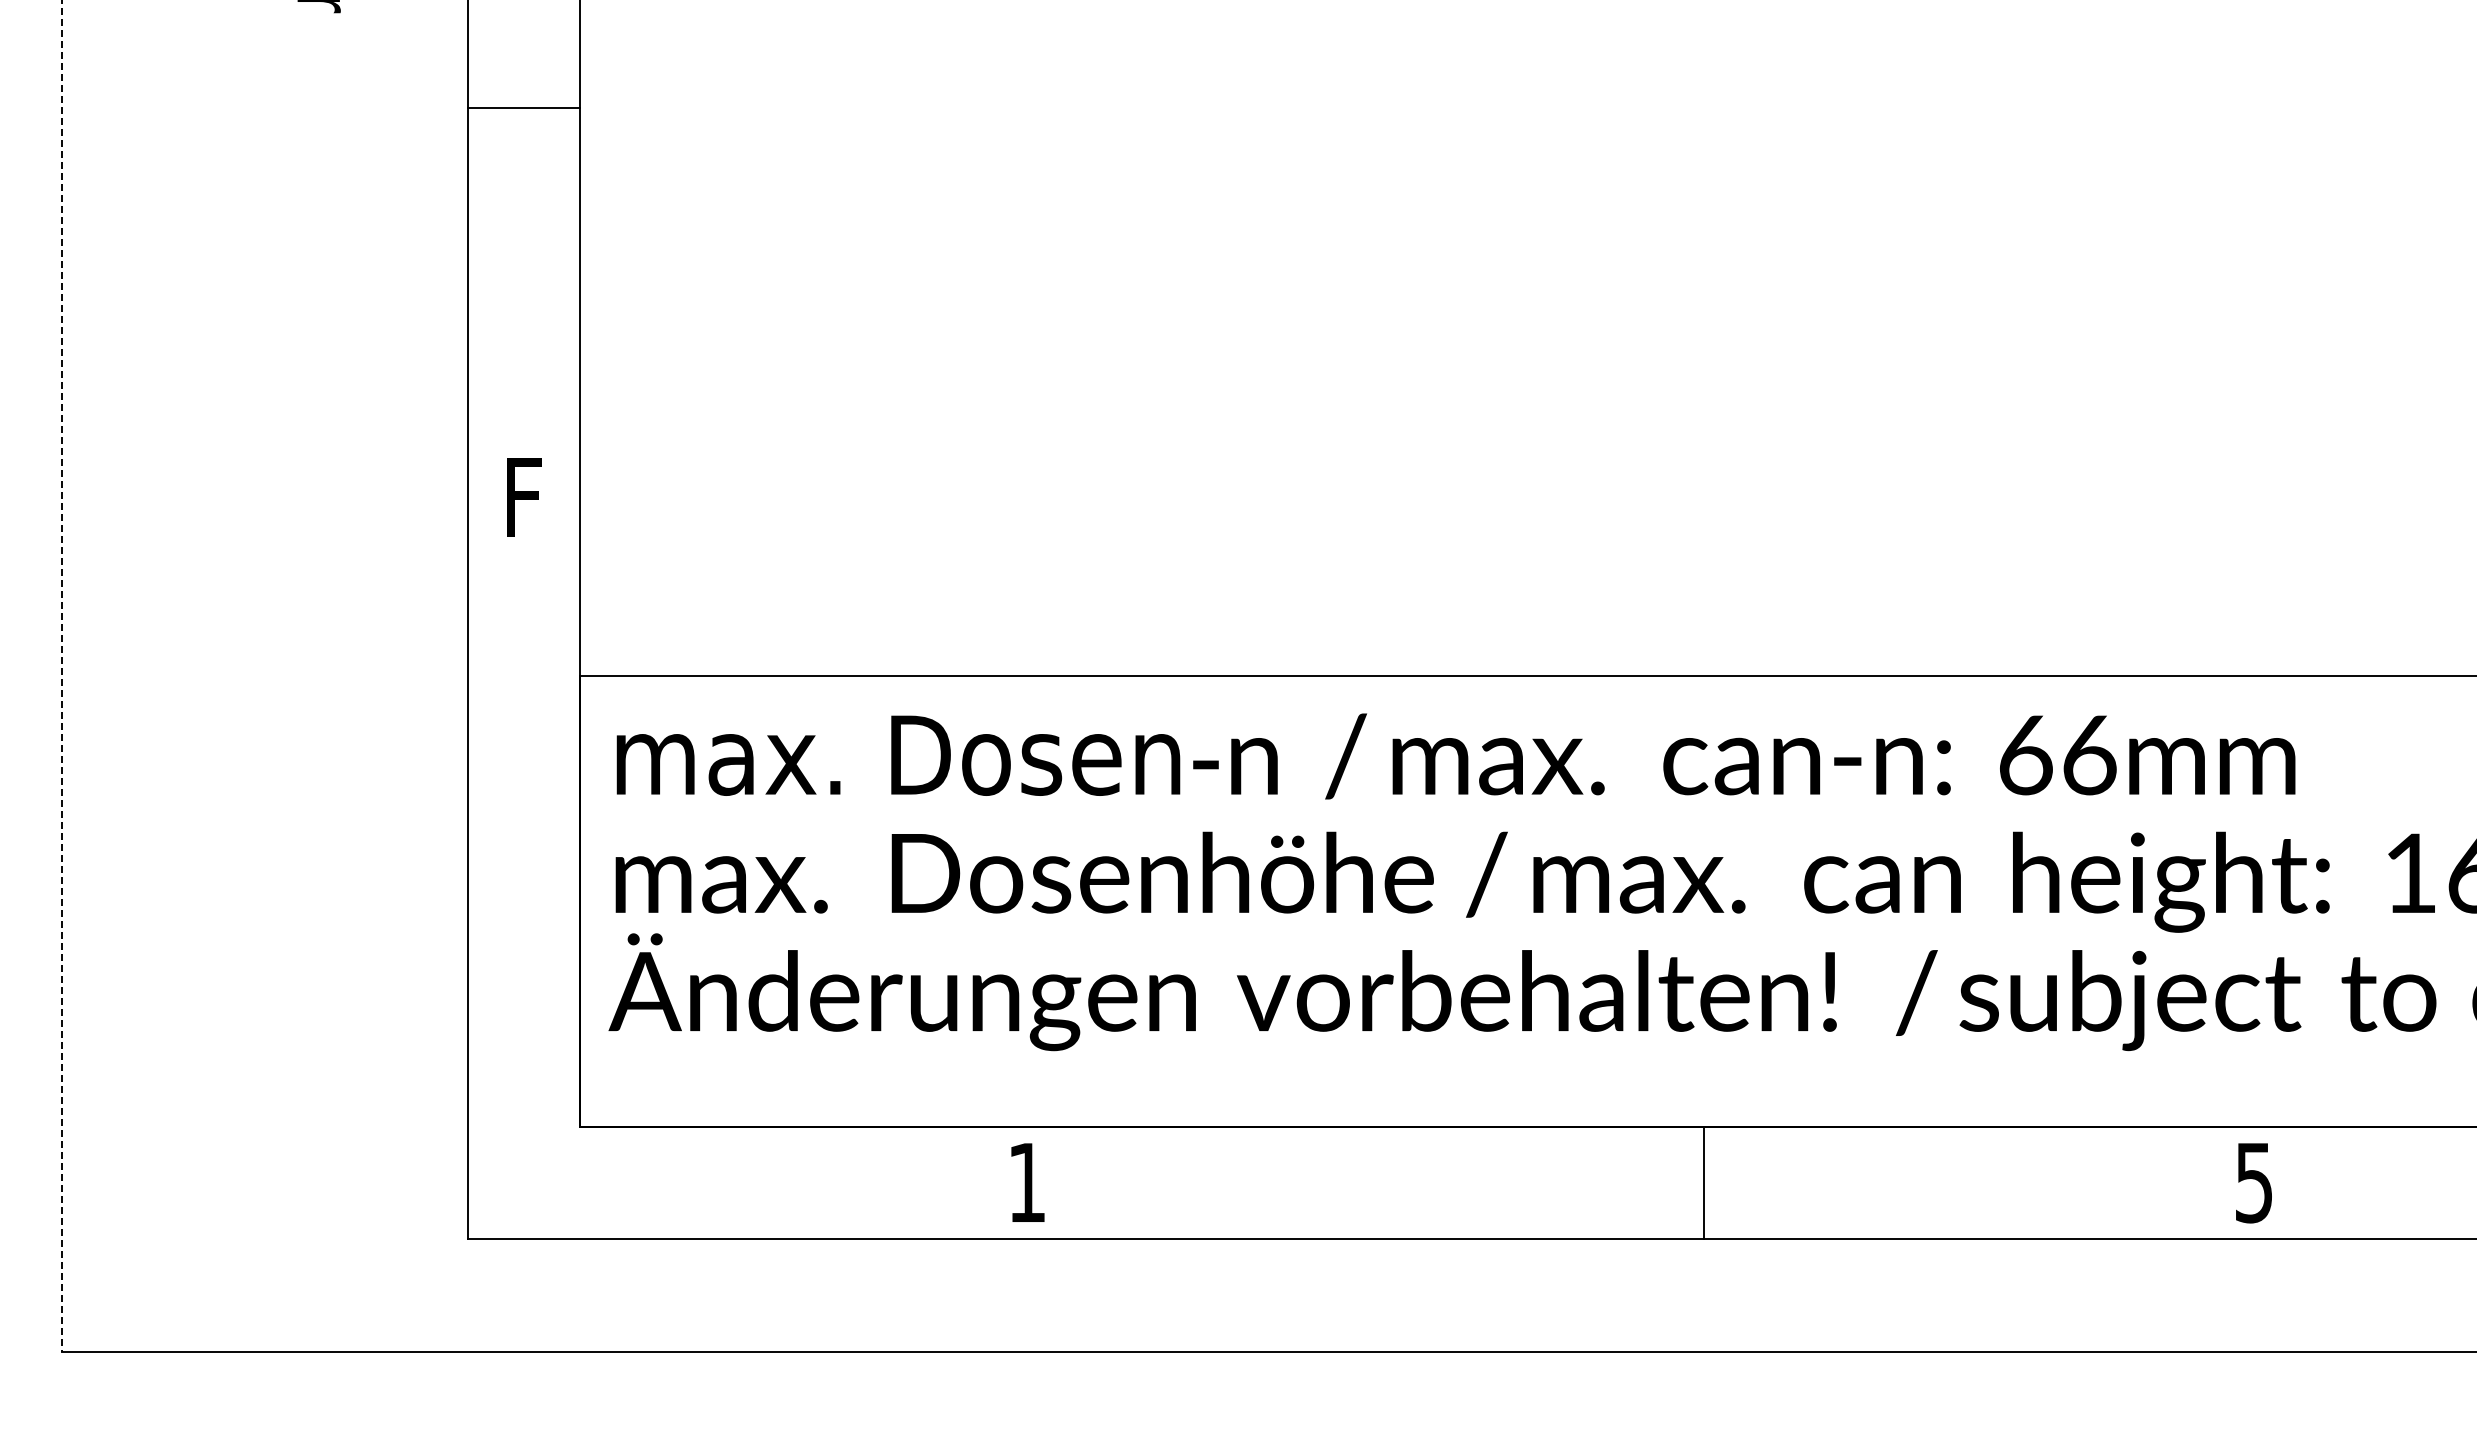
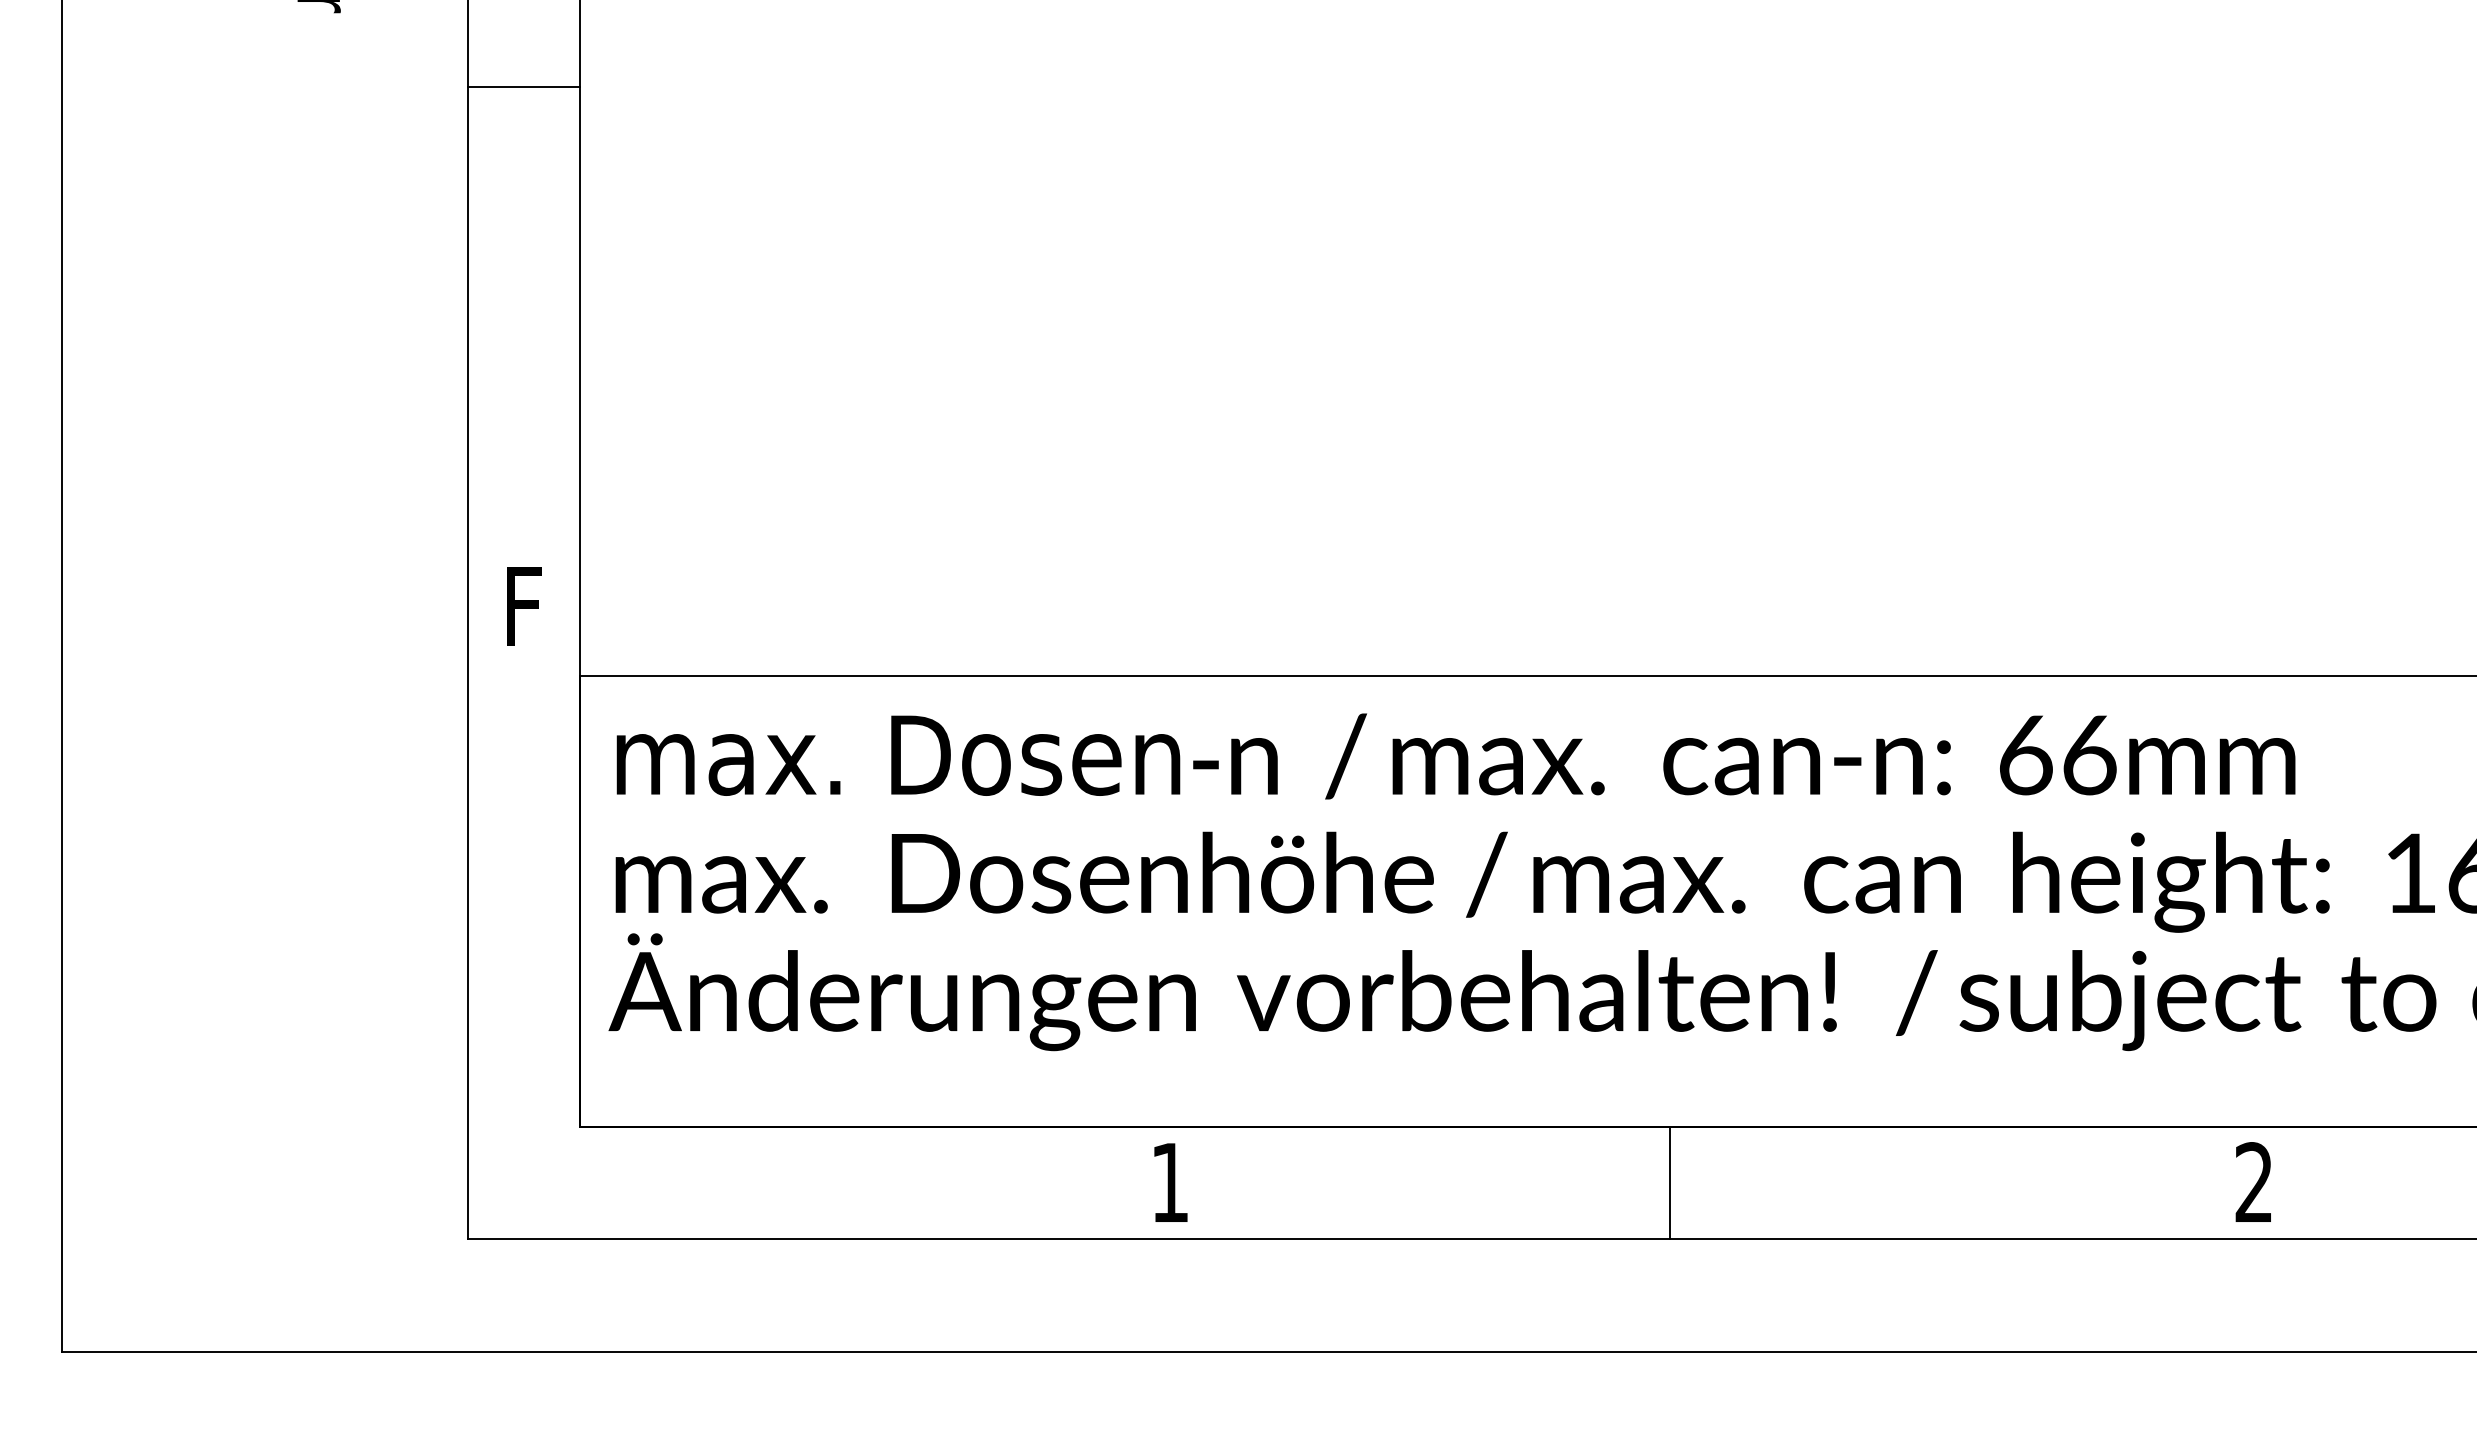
line at (523, 107) position: (523, 107) -> (523, 86)
text at (524, 497) position: (524, 497) -> (524, 606)
line at (62, 676): dashed -> solid
text at (1027, 1182) position: (1027, 1182) -> (1170, 1182)
line at (1704, 1182) position: (1704, 1182) -> (1670, 1182)
text at (2253, 1182): 5 -> 2
